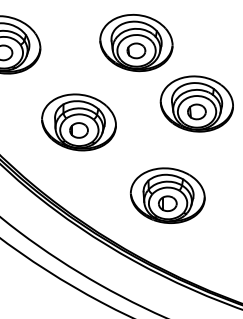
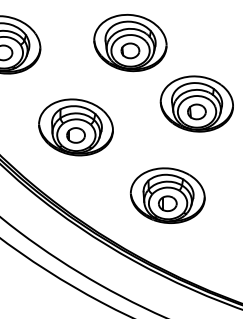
part at (136, 43) position: (136, 43) -> (130, 43)
part at (78, 122) position: (78, 122) -> (75, 127)
